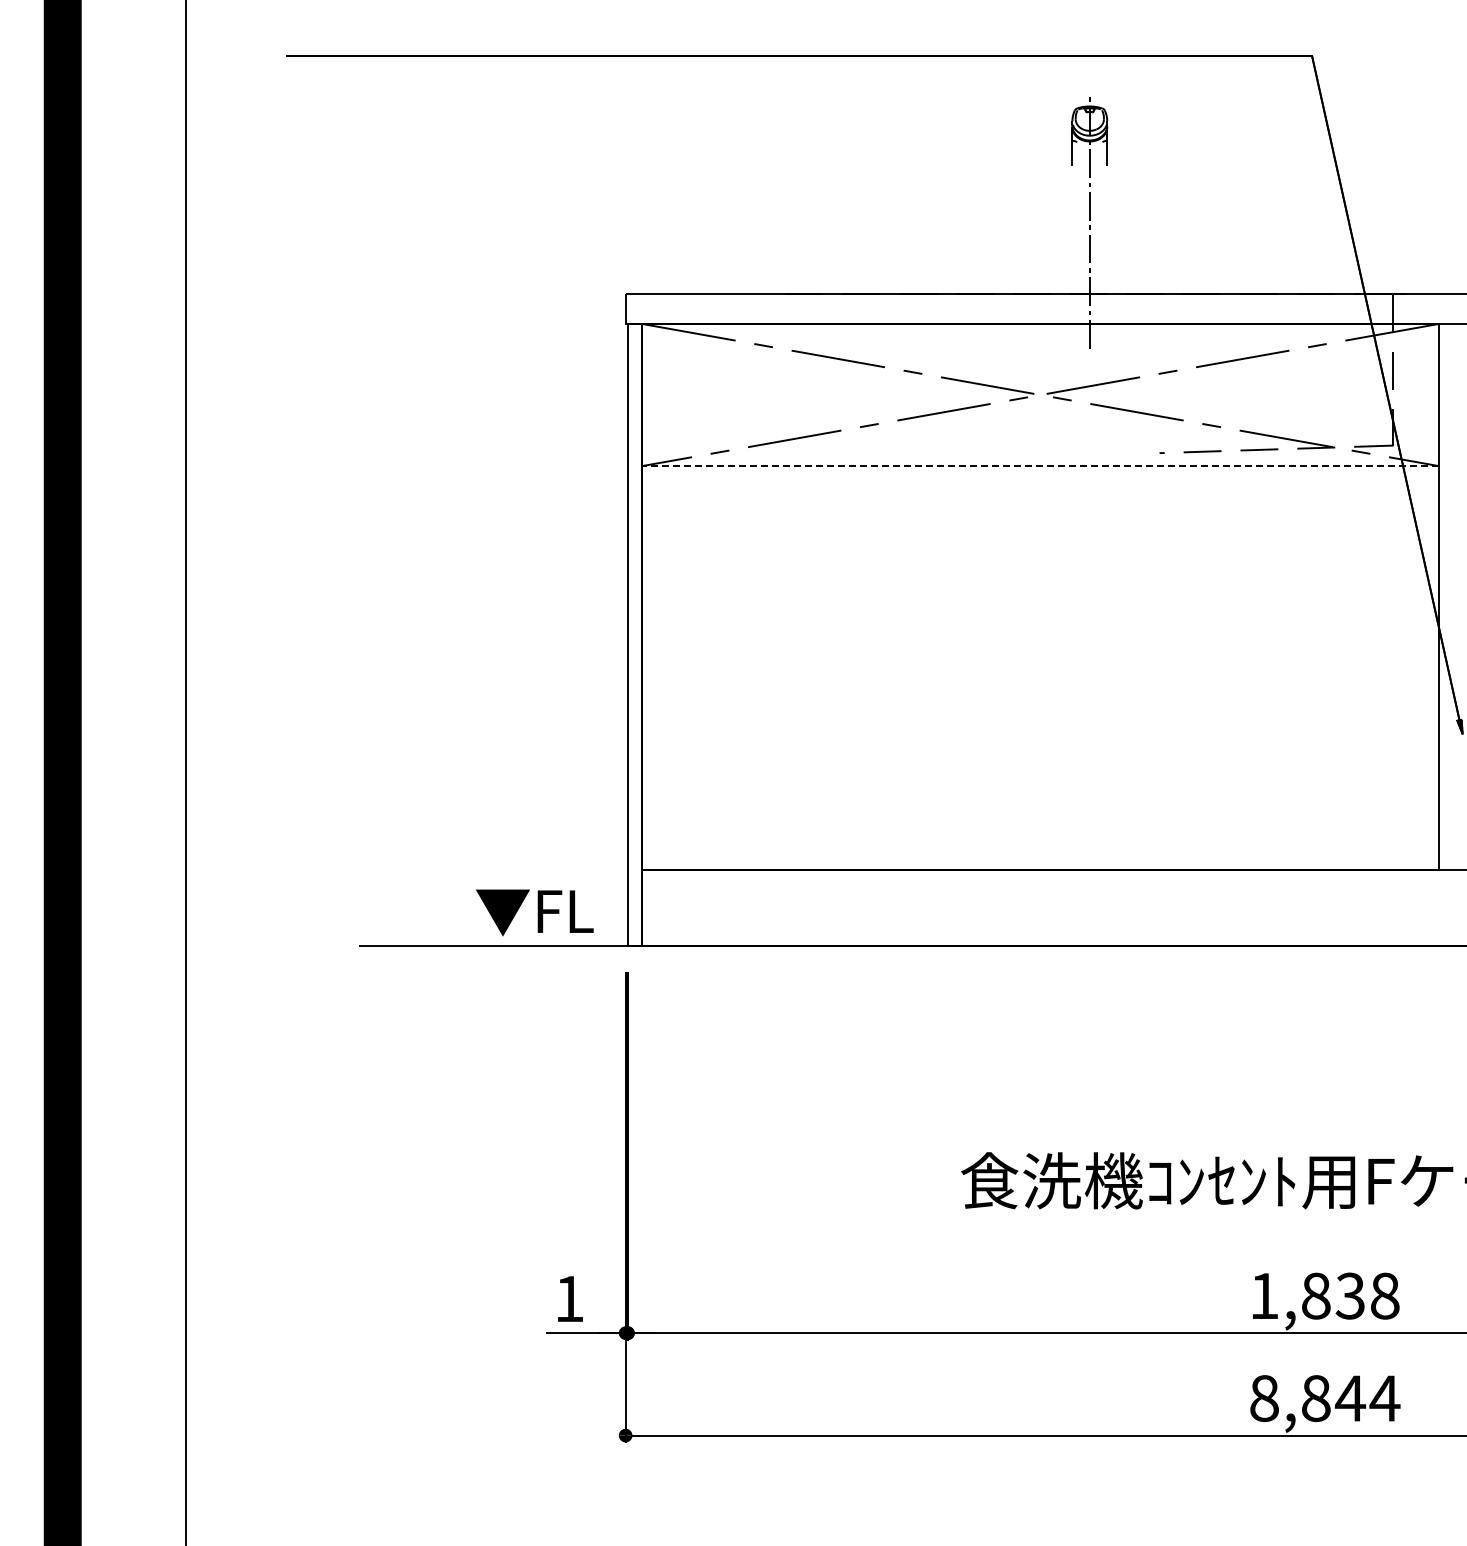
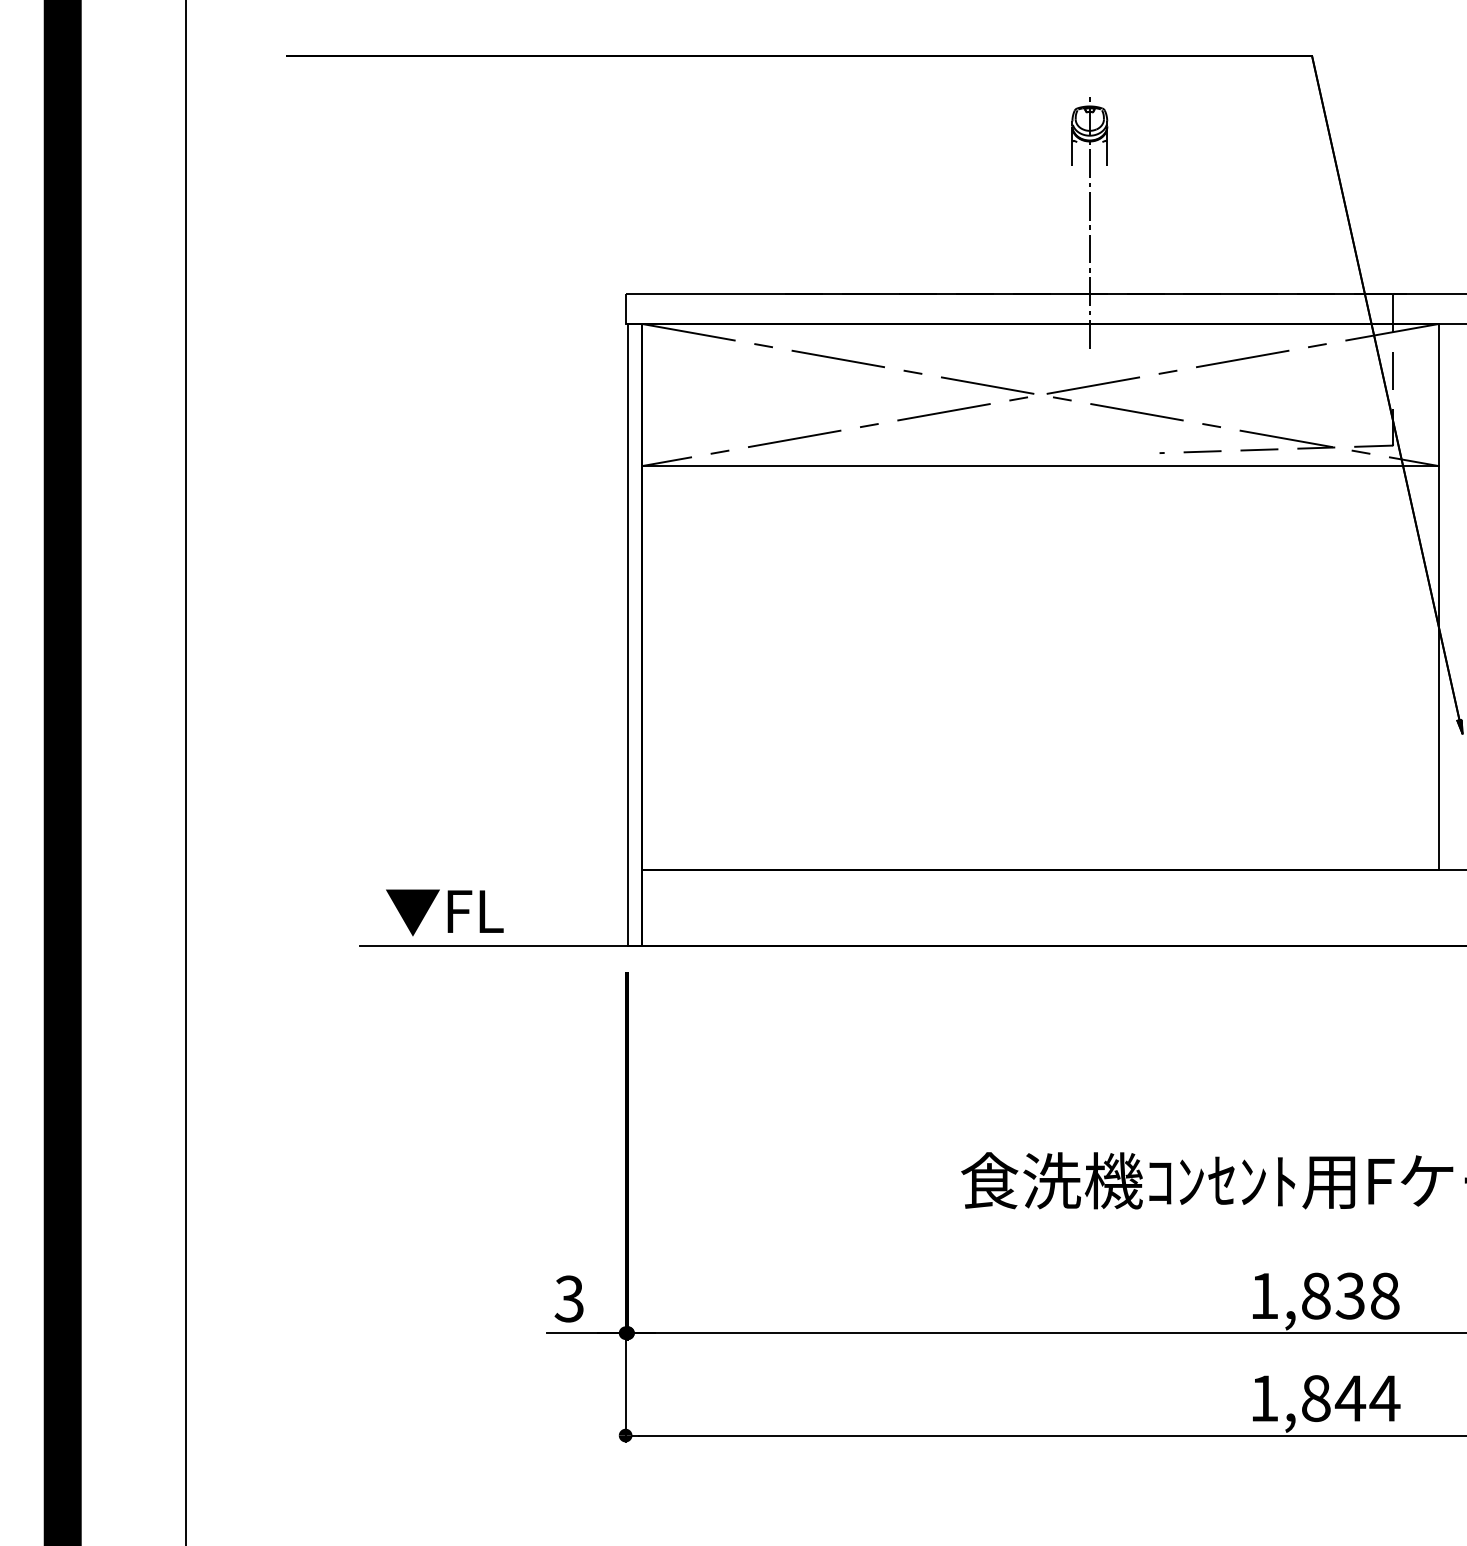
line at (1040, 466): dashed -> solid
text at (534, 912) position: (534, 912) -> (444, 912)
text at (568, 1298): 1 -> 3
text at (1264, 1398): 8,844 -> 1,844
